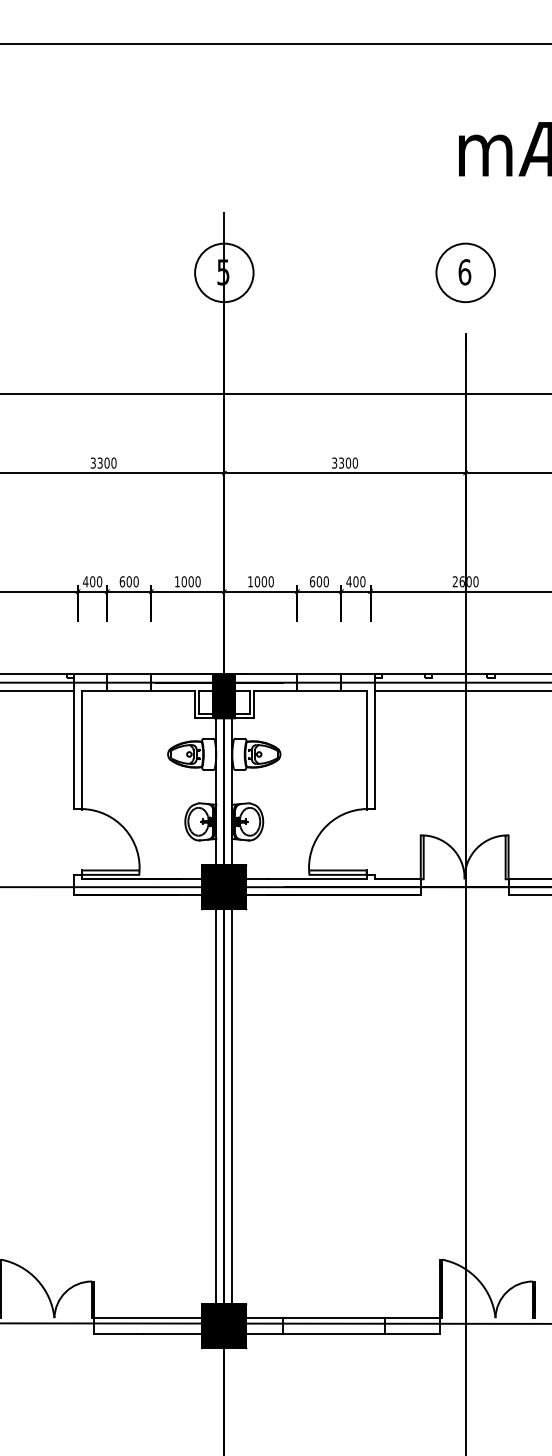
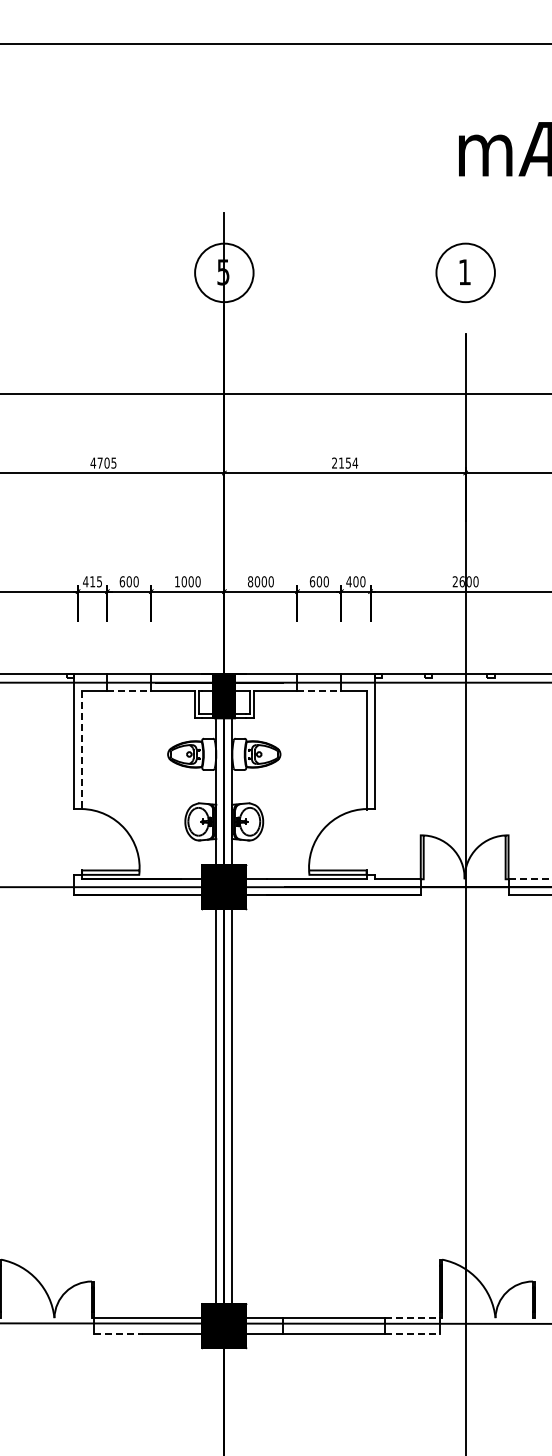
text at (464, 272): 6 -> 1
text at (103, 462): 3300 -> 4705
text at (345, 462): 3300 -> 2154
text at (96, 581): 400 -> 415
text at (250, 581): 1000 -> 8000
line at (38, 690): present -> none
line at (129, 690): solid -> dashed
line at (319, 690): solid -> dashed
line at (461, 690): present -> none
line at (82, 750): solid -> dashed
line at (530, 879): solid -> dashed
line at (413, 1318): solid -> dashed
line at (119, 1334): solid -> dashed
line at (413, 1334): solid -> dashed
